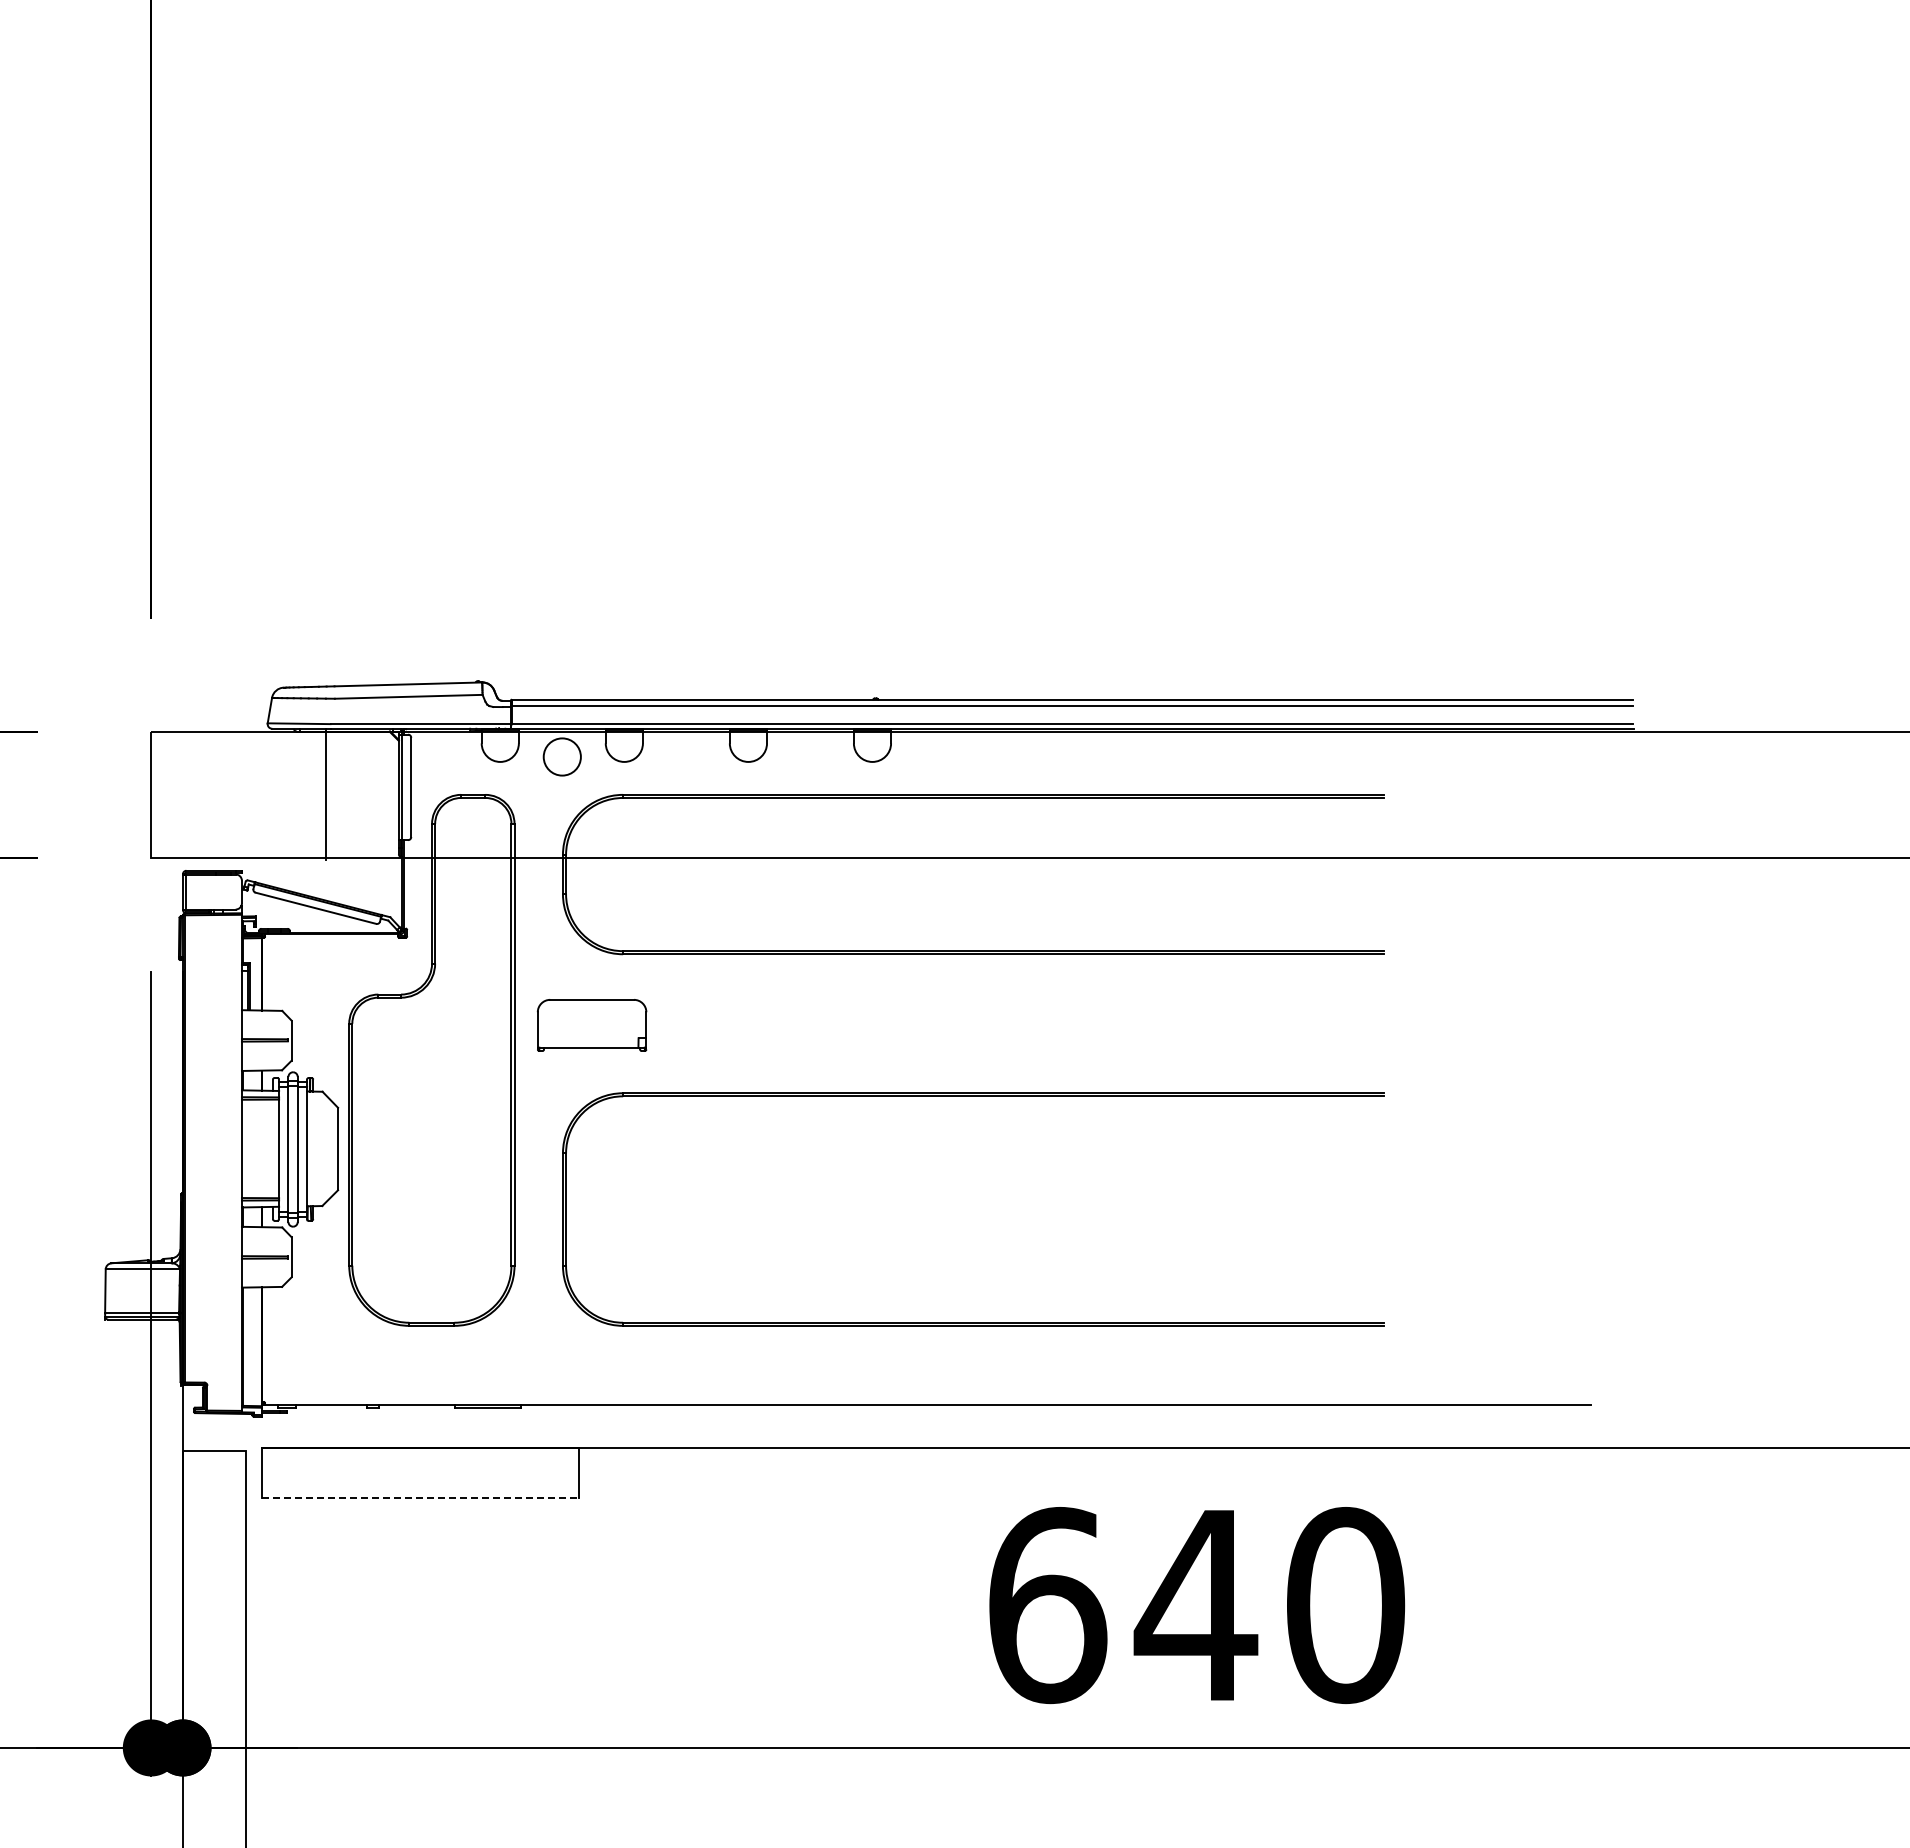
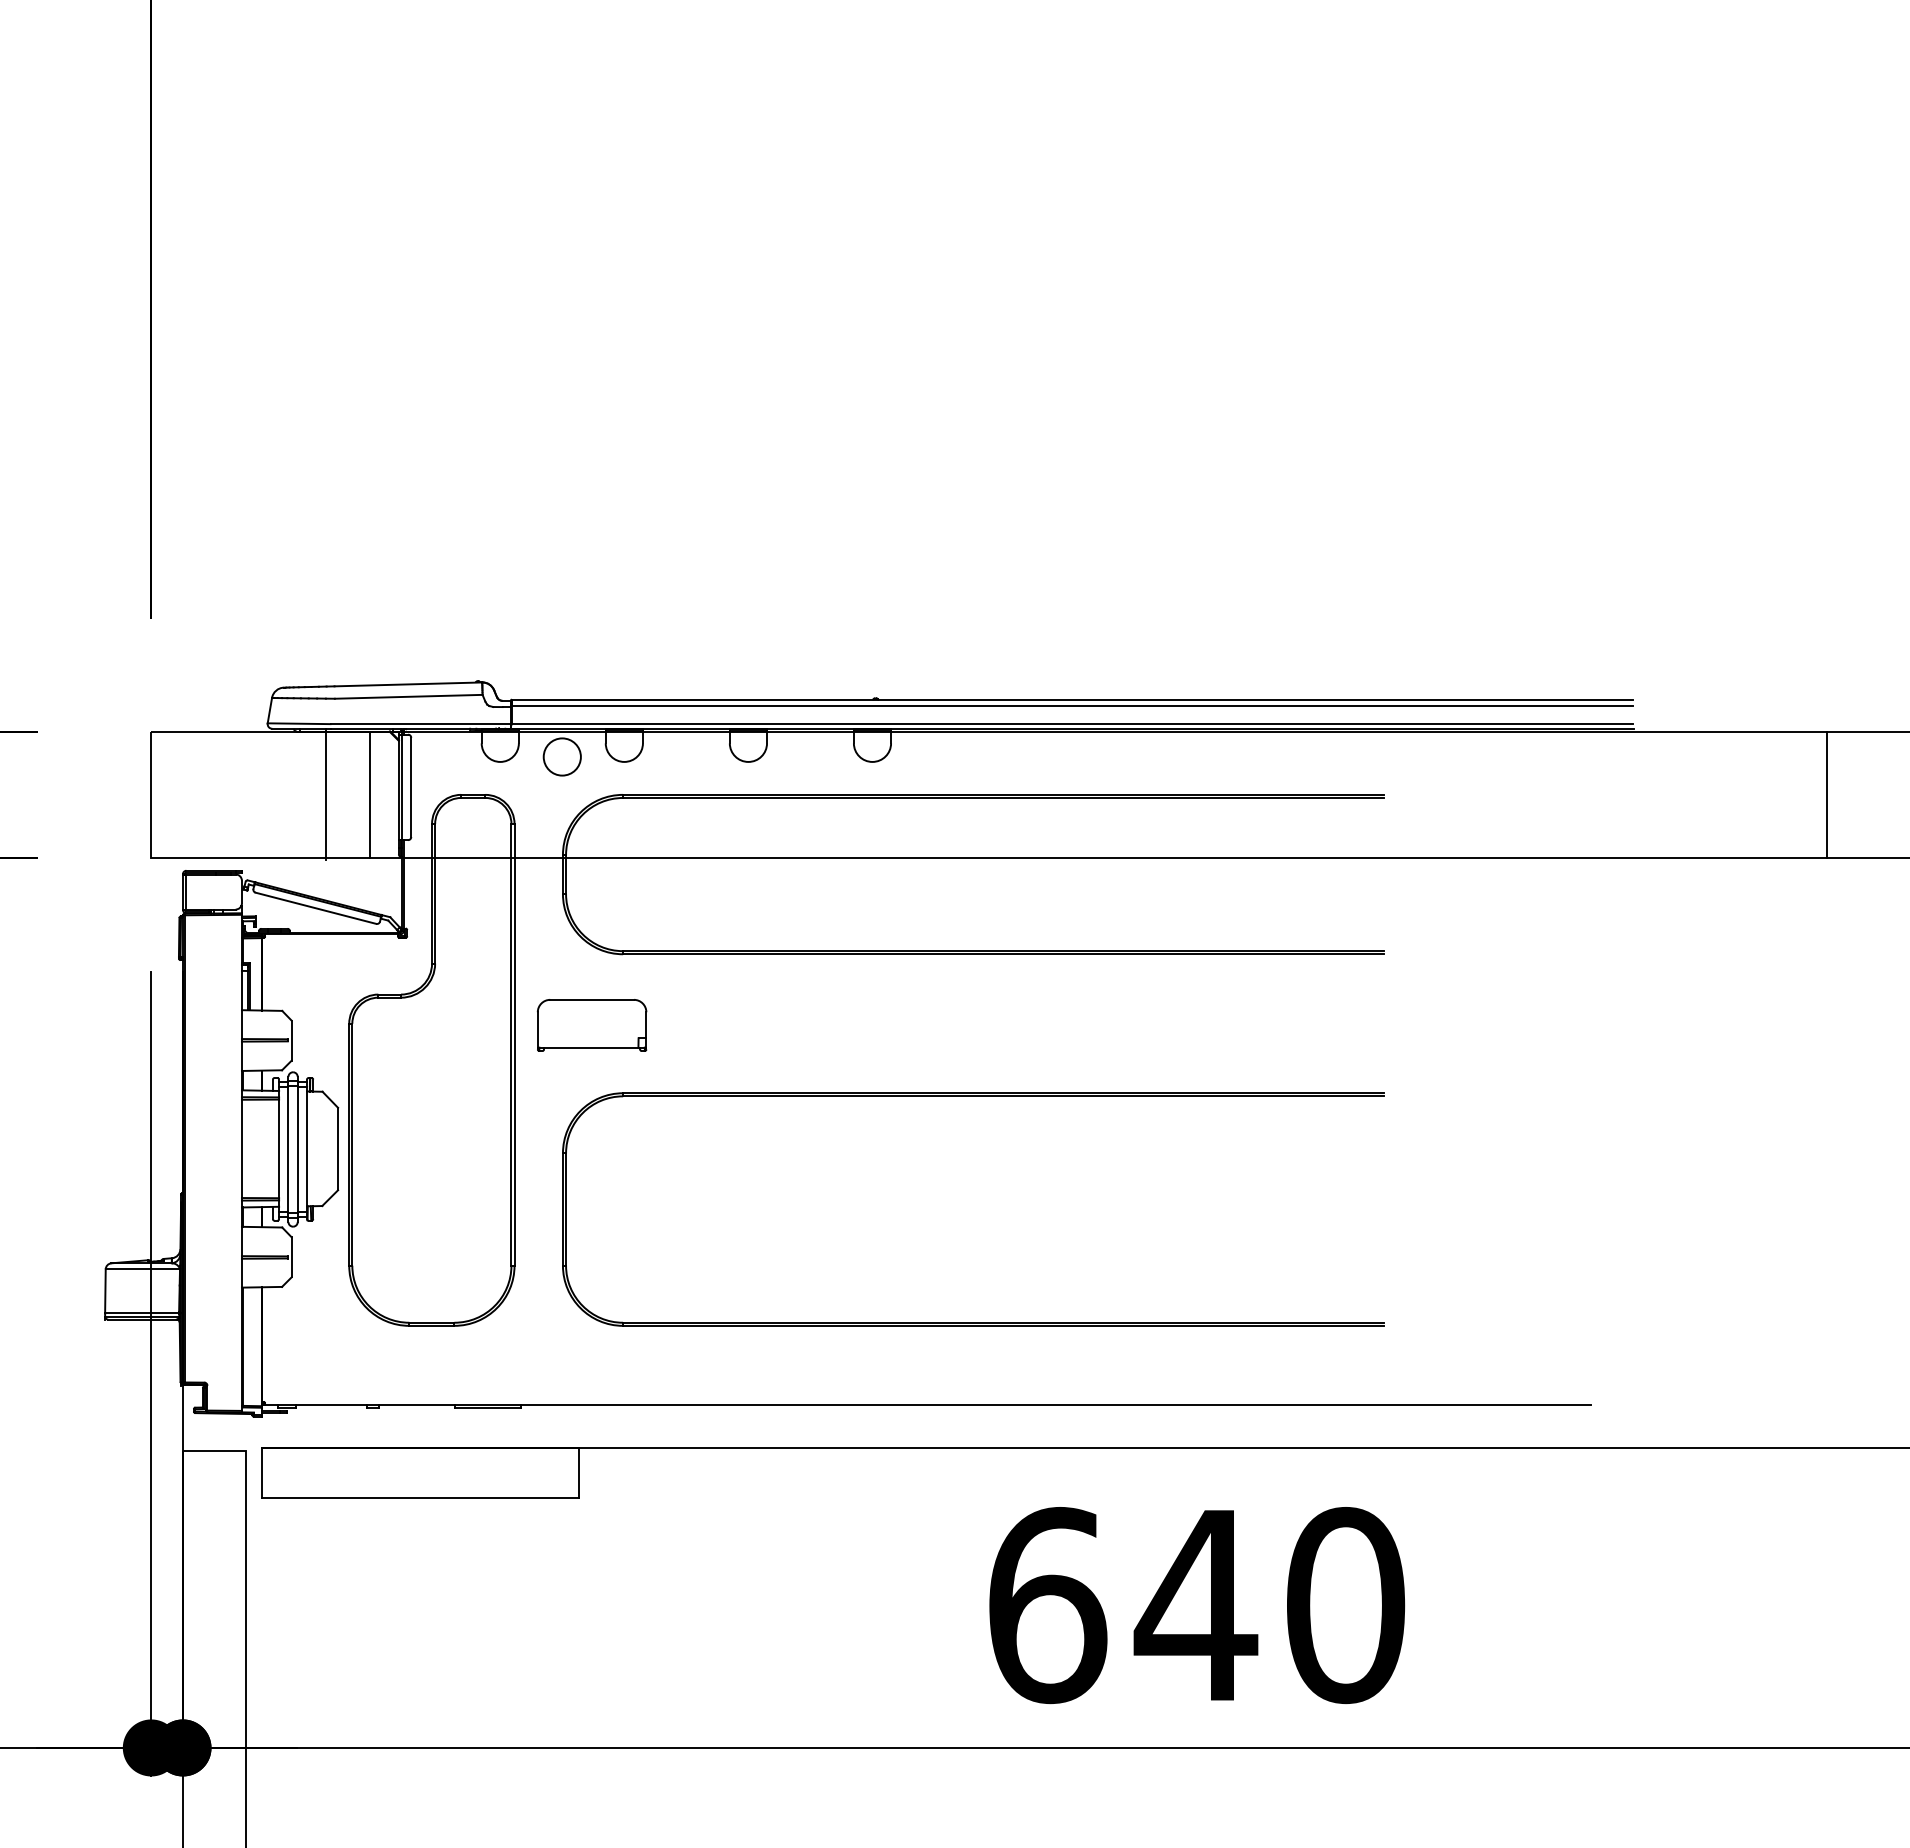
line at (369, 794): none -> present
line at (1827, 794): none -> present
line at (421, 1498): dashed -> solid
